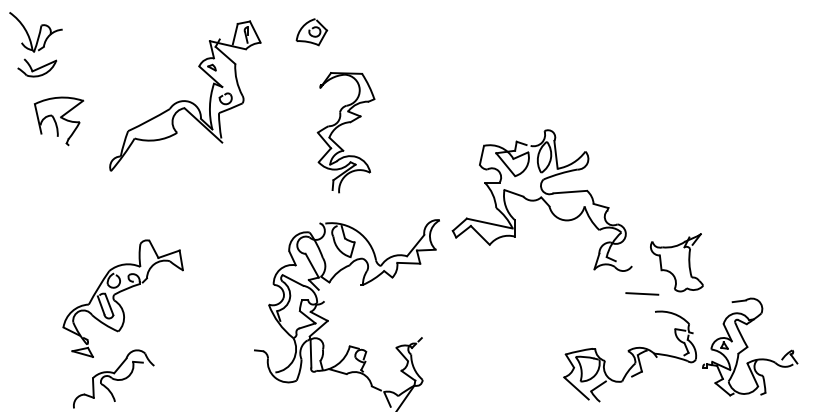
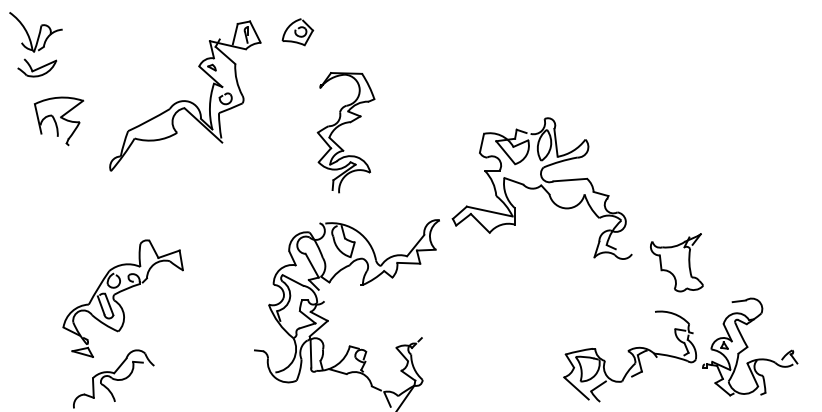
part at (311, 32) position: (311, 32) -> (297, 32)
part at (541, 200) position: (541, 200) -> (541, 188)
line at (642, 293): present -> none
